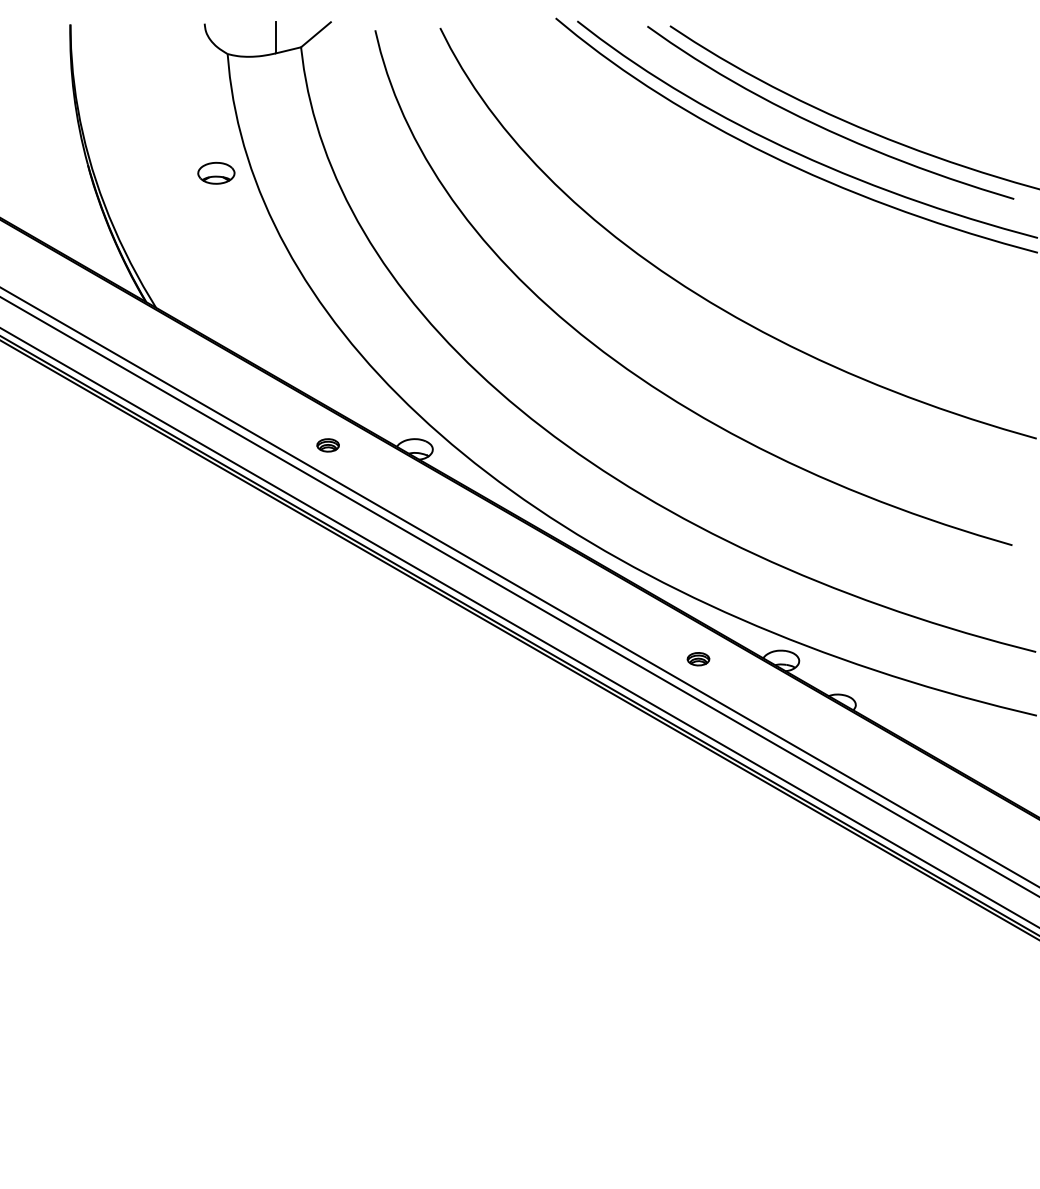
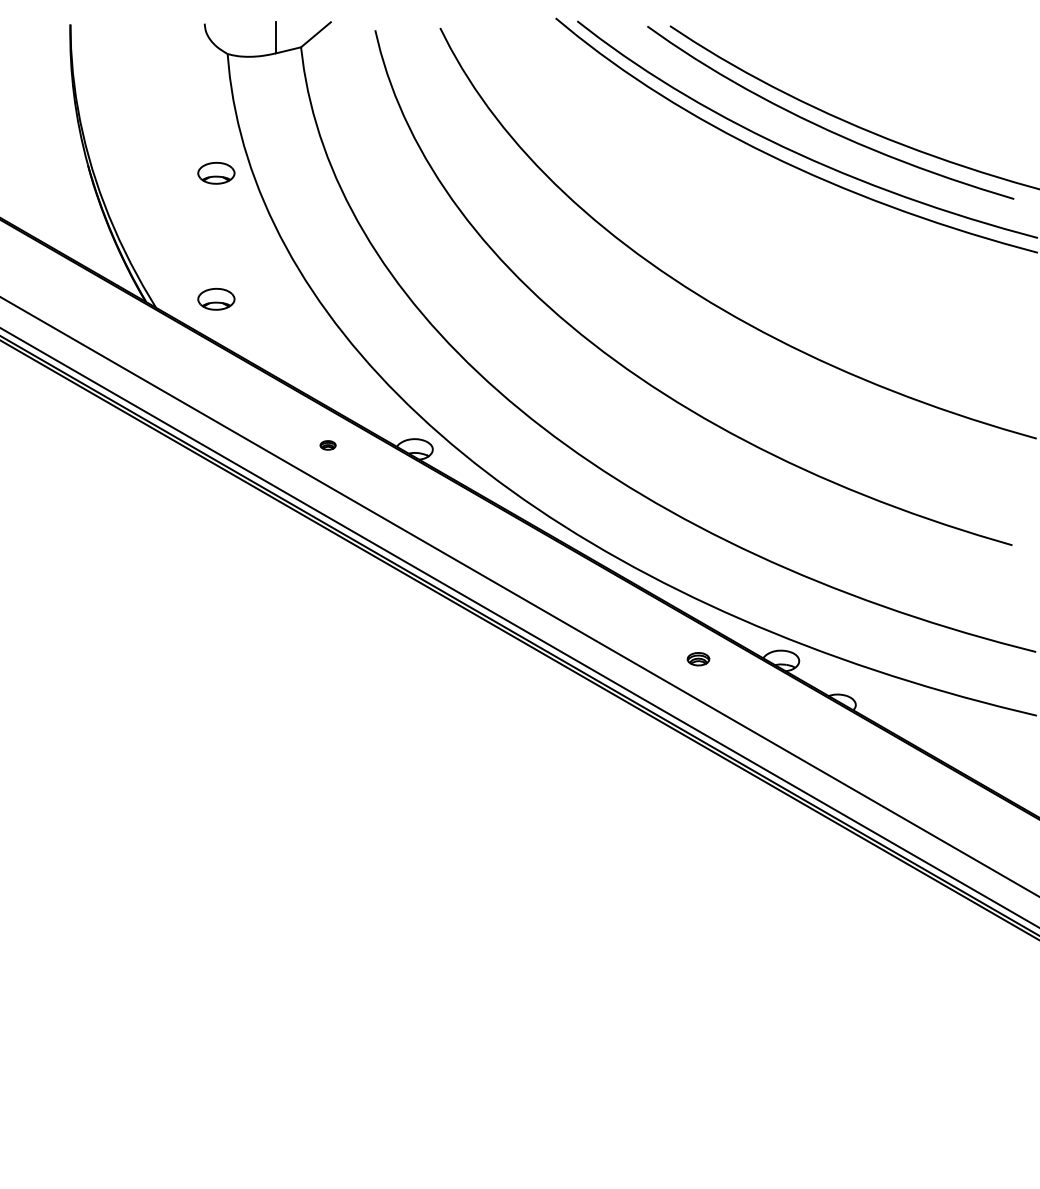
part at (216, 298): none -> present
part at (327, 445) size: 24x15 px -> 18x11 px
line at (519, 586): present -> none
